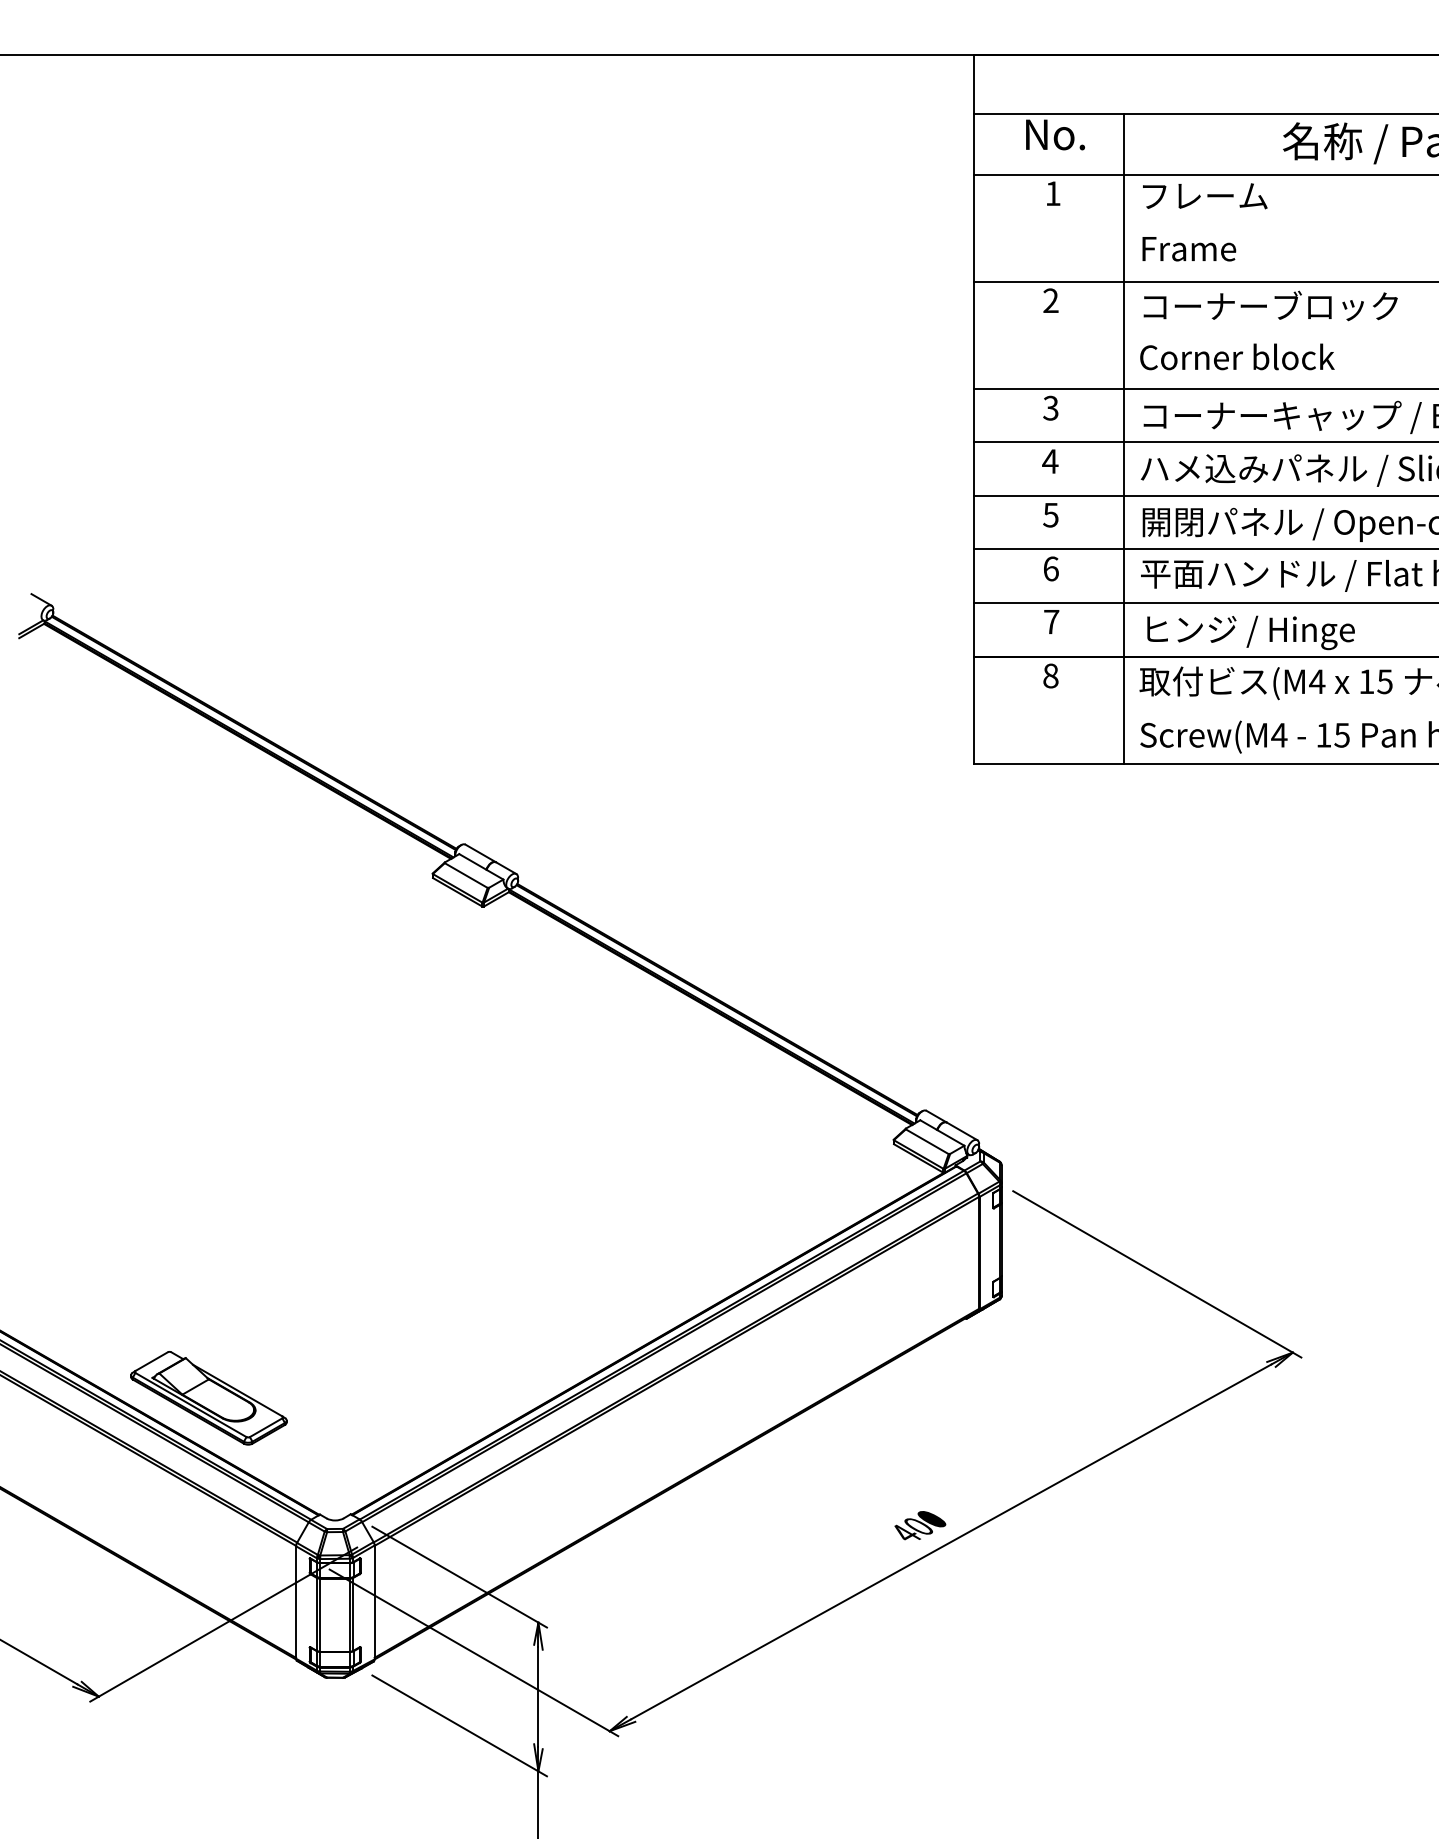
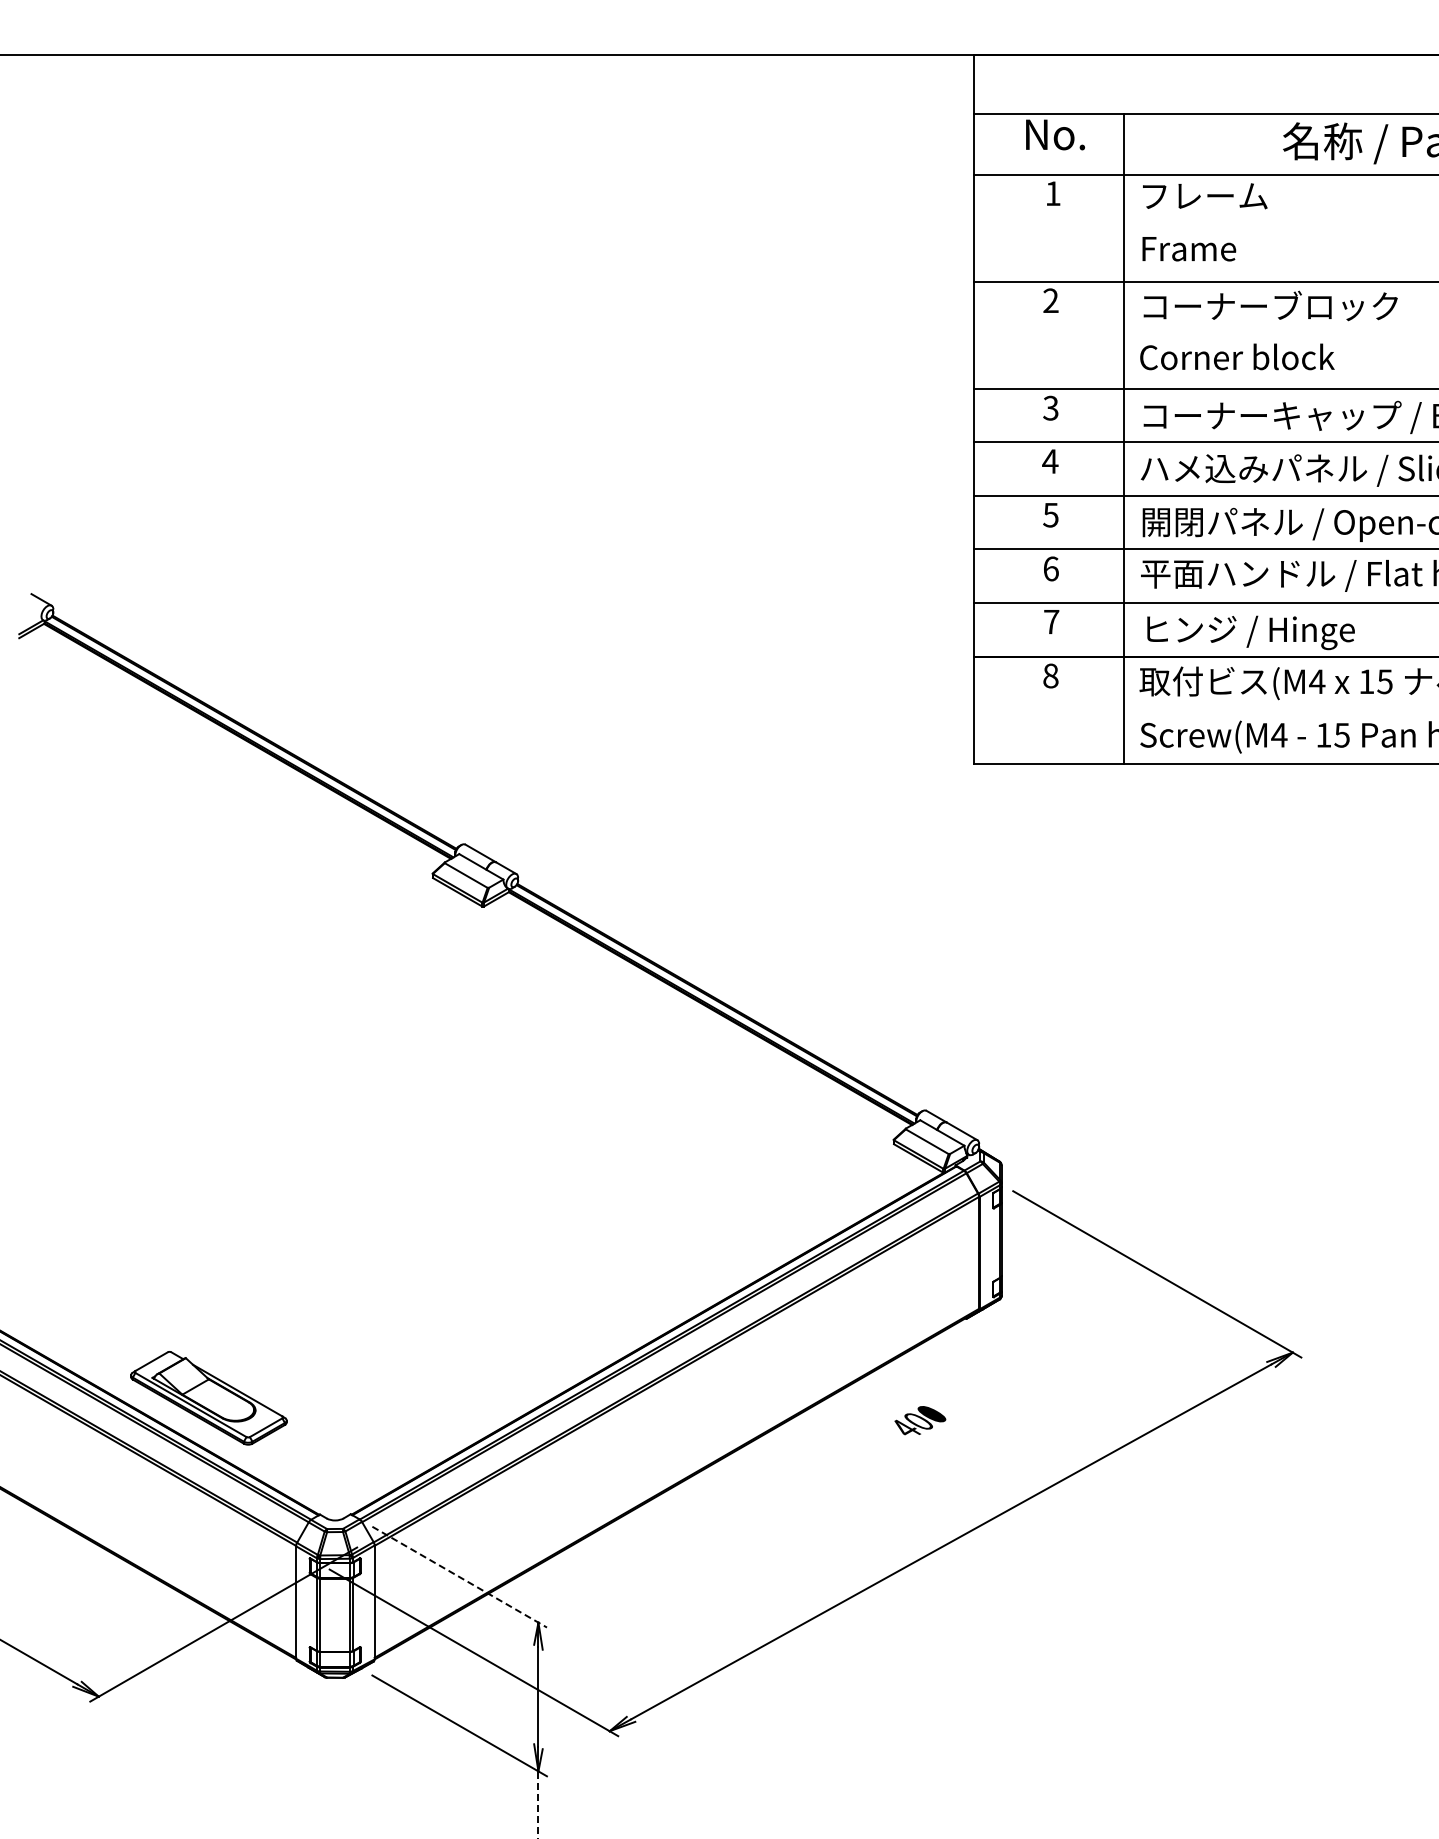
text at (920, 1525) position: (920, 1525) -> (920, 1420)
line at (459, 1577): solid -> dashed
line at (538, 1805): solid -> dashed
